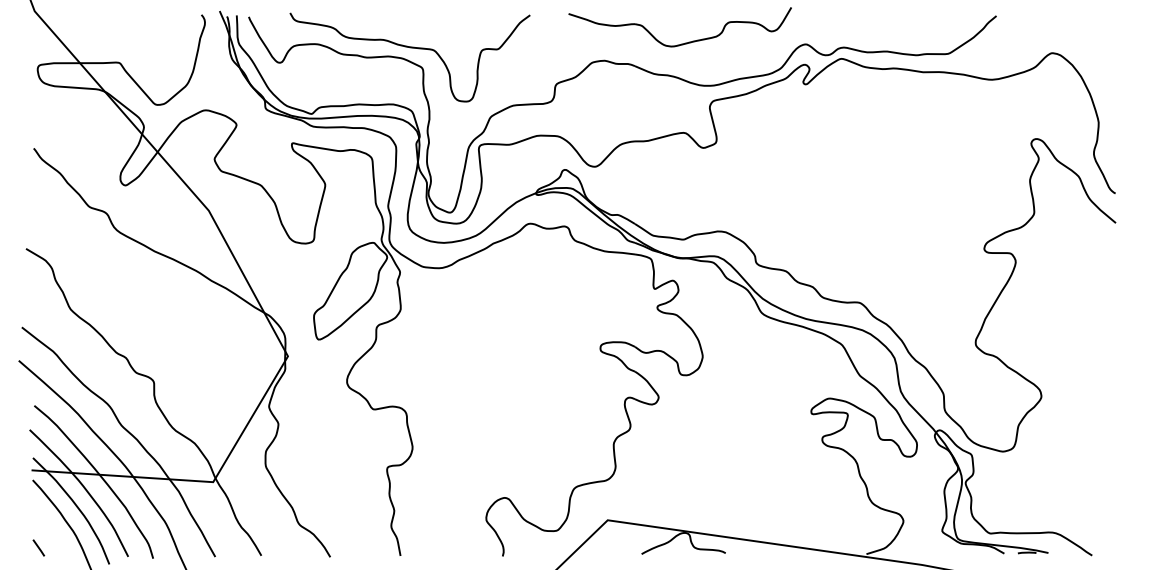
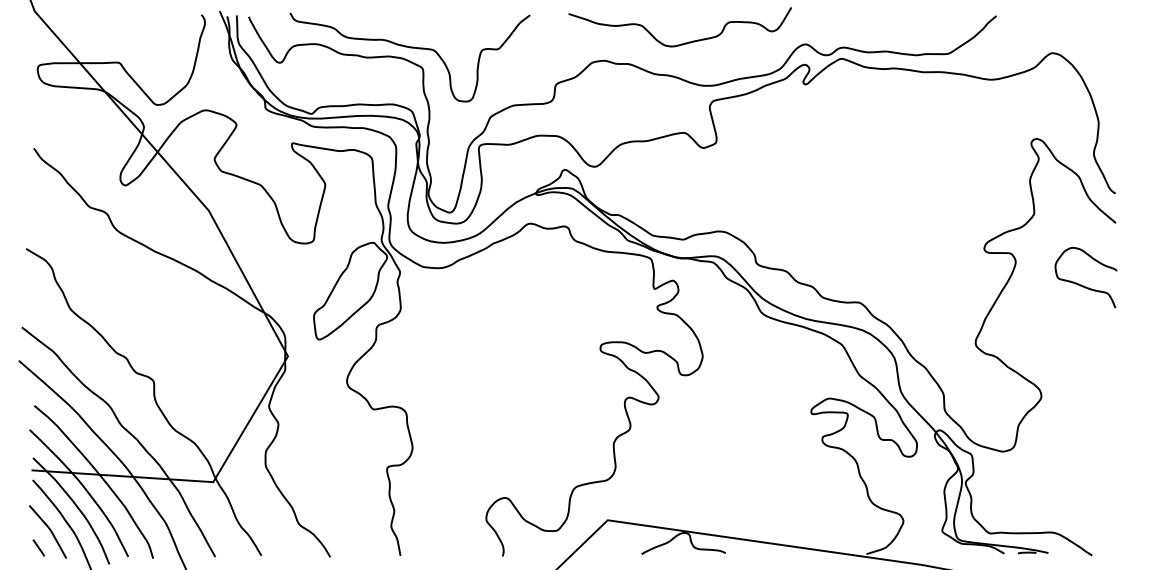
curve at (1081, 284): none -> present
line at (48, 529): none -> present
